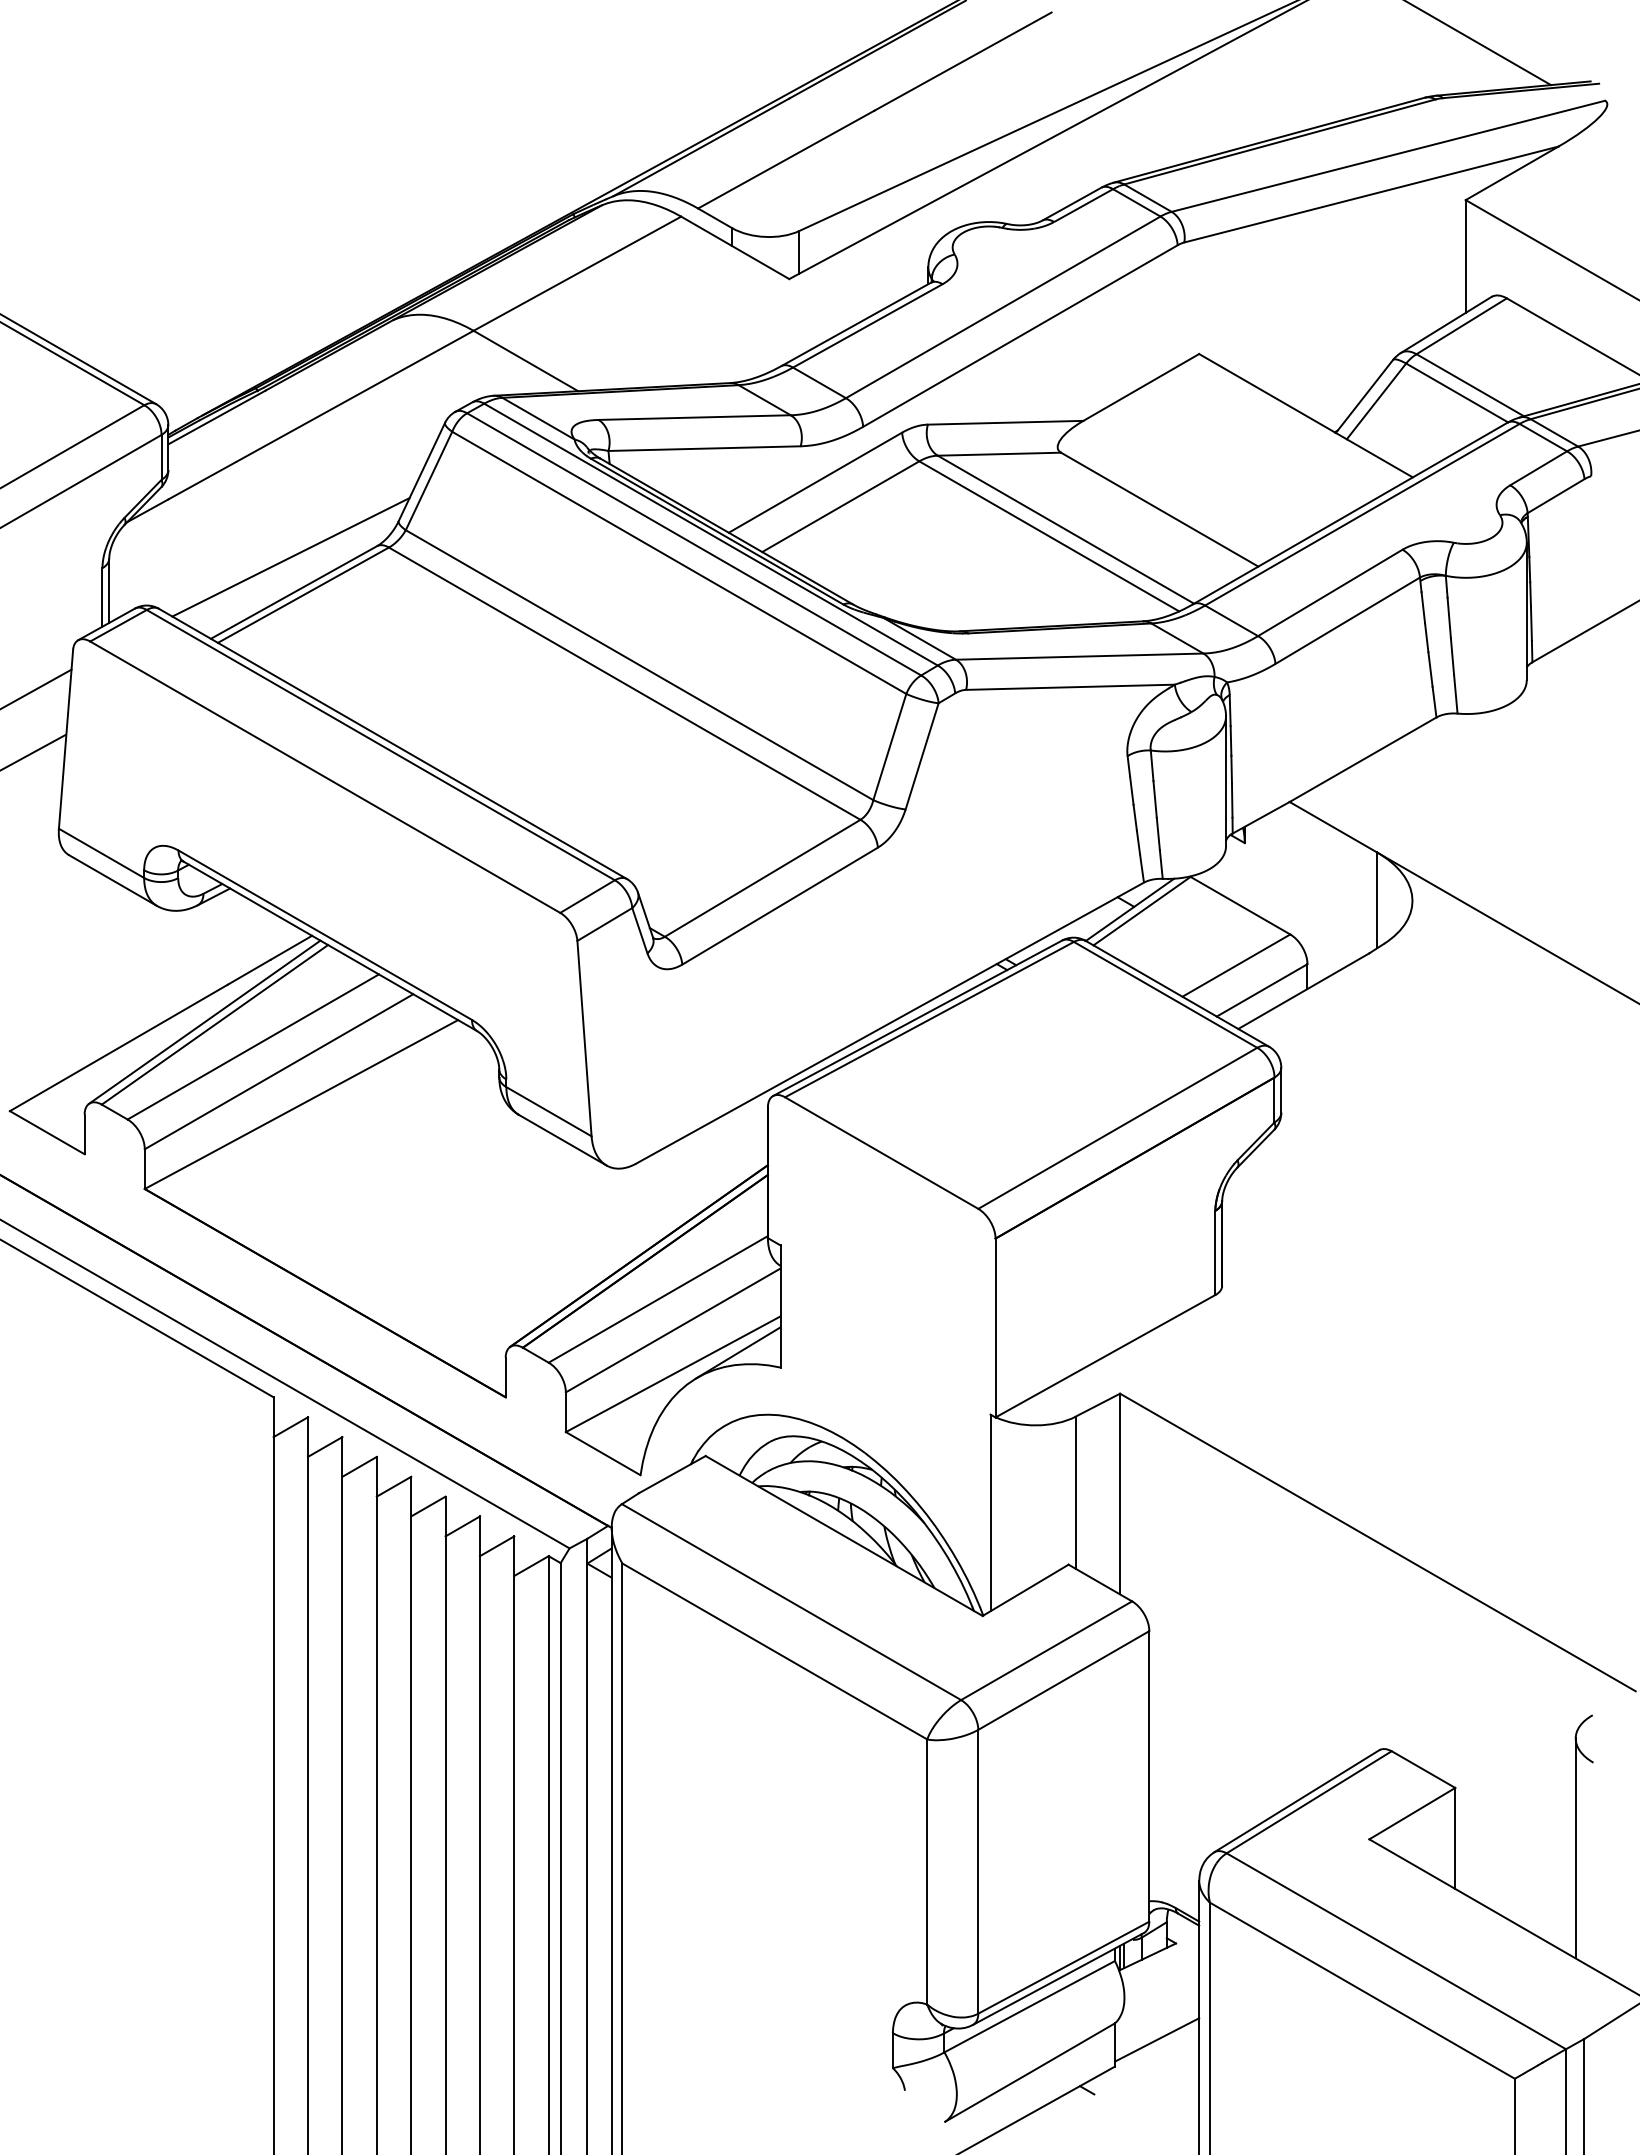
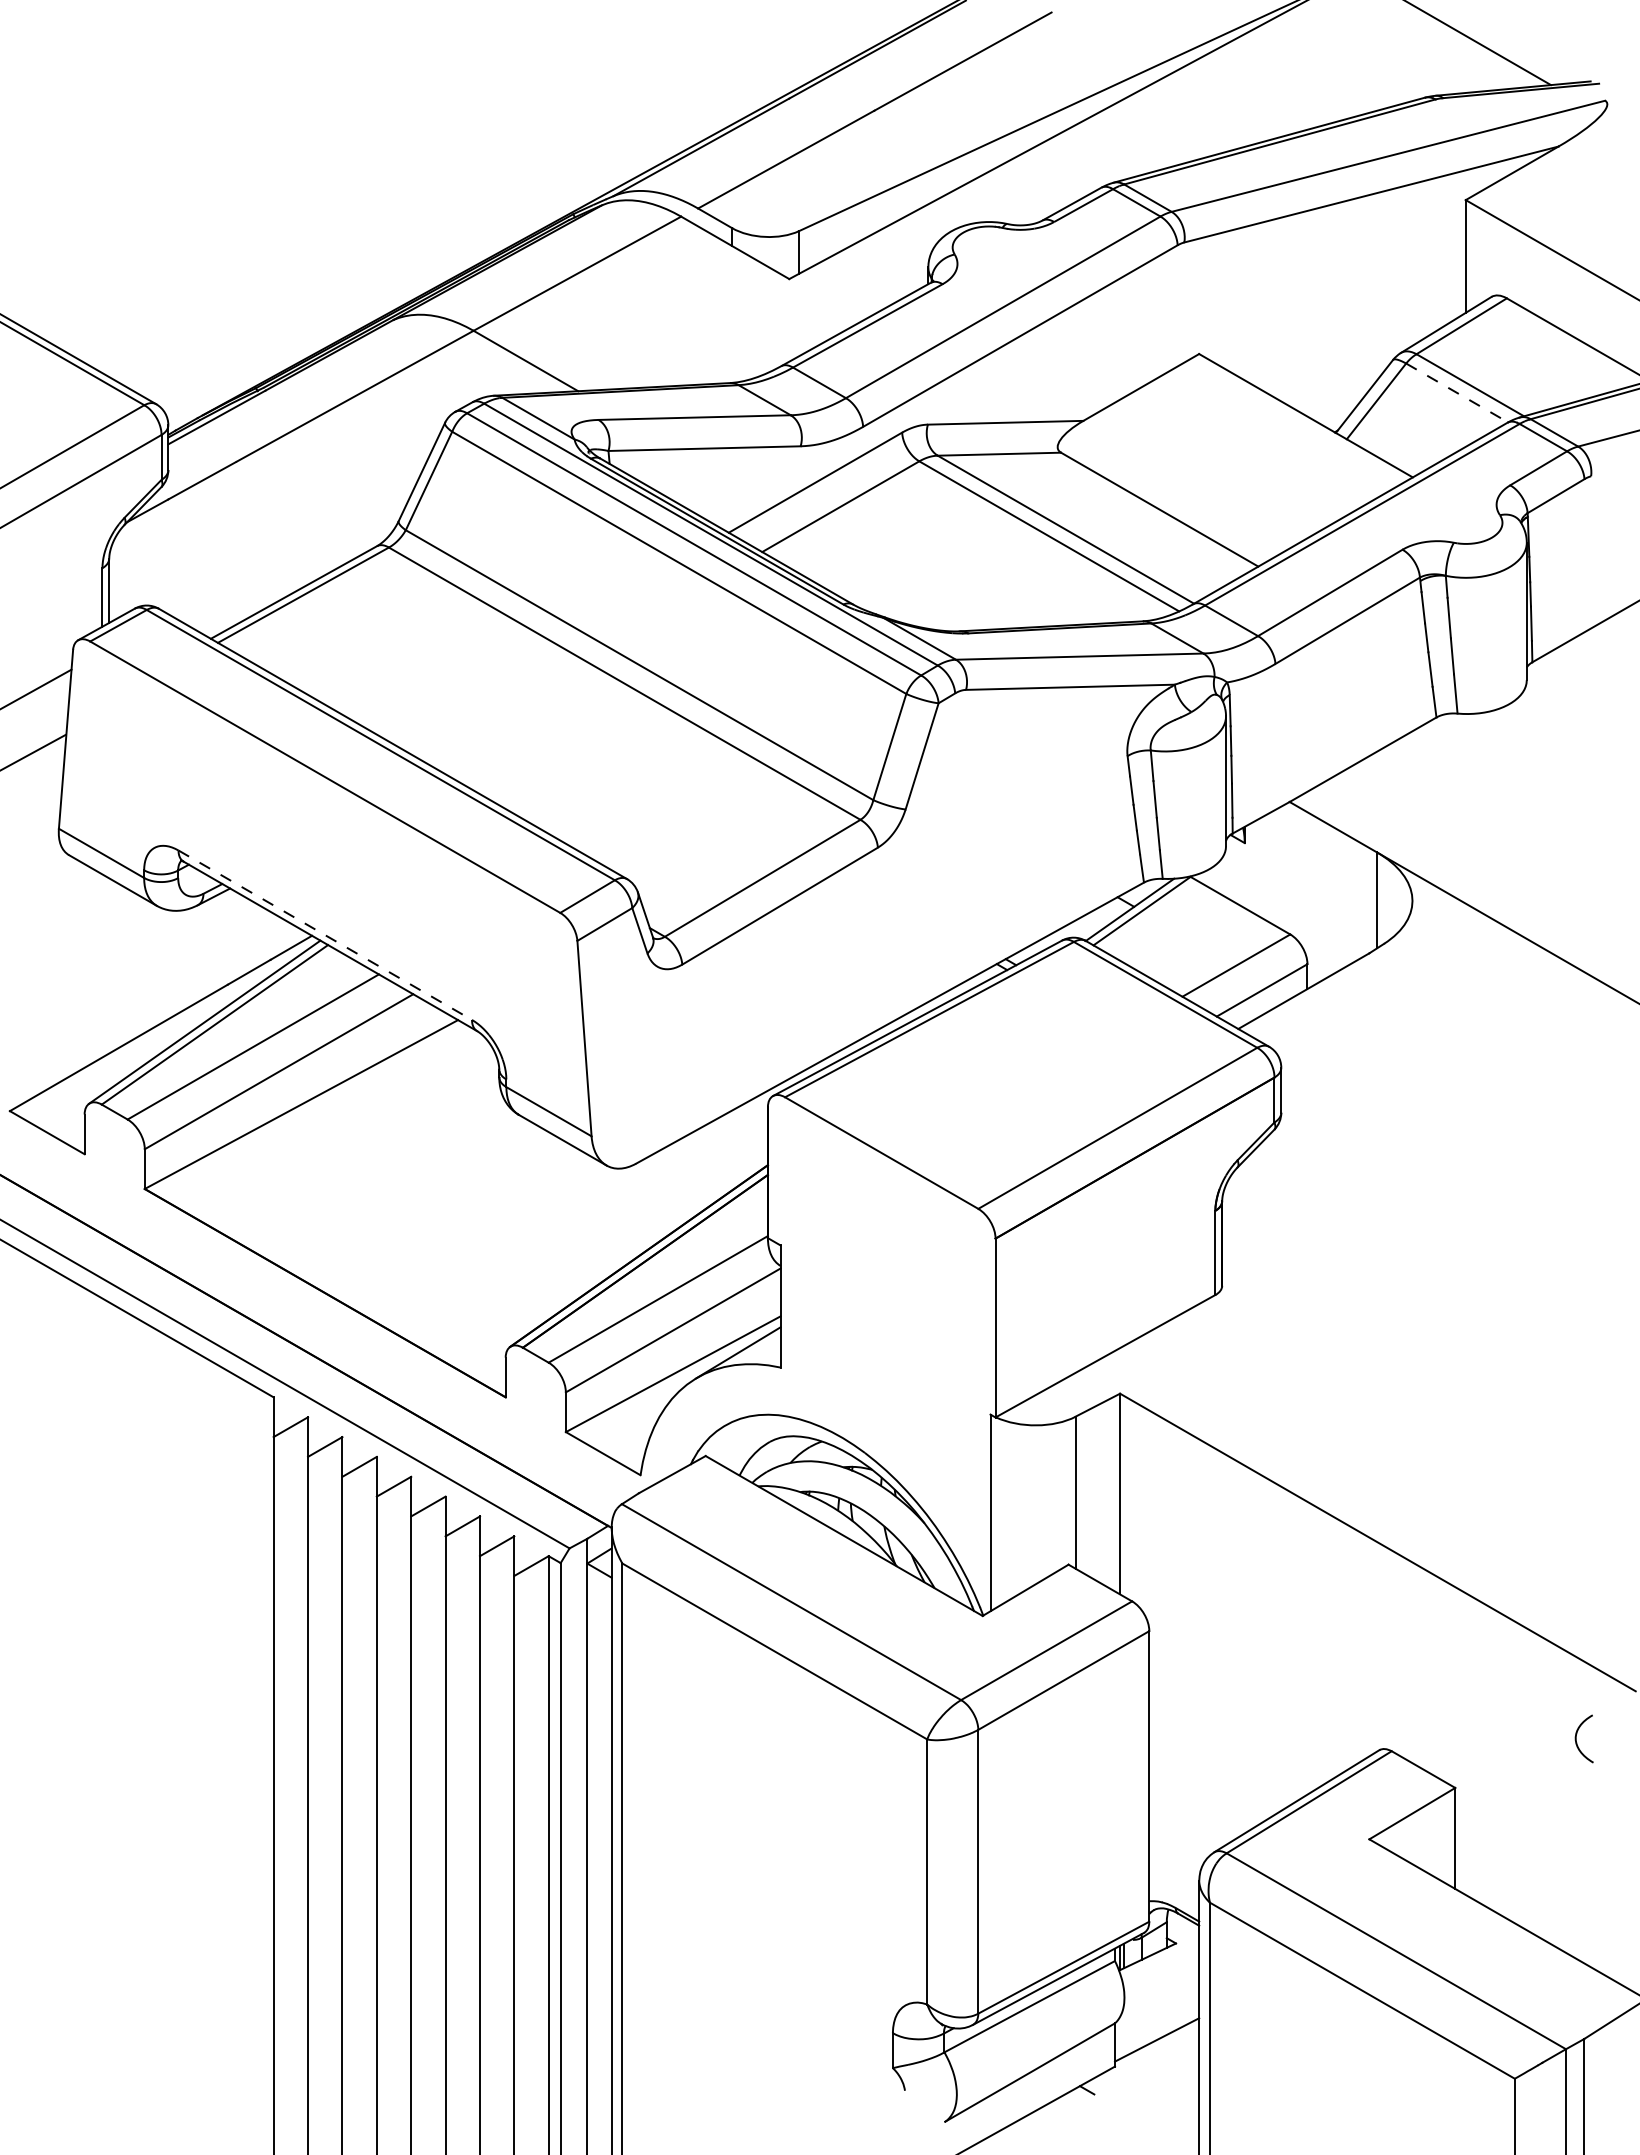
line at (1457, 392): solid -> dashed
line at (290, 557): present -> none
line at (325, 935): solid -> dashed
line at (1575, 1848): present -> none
